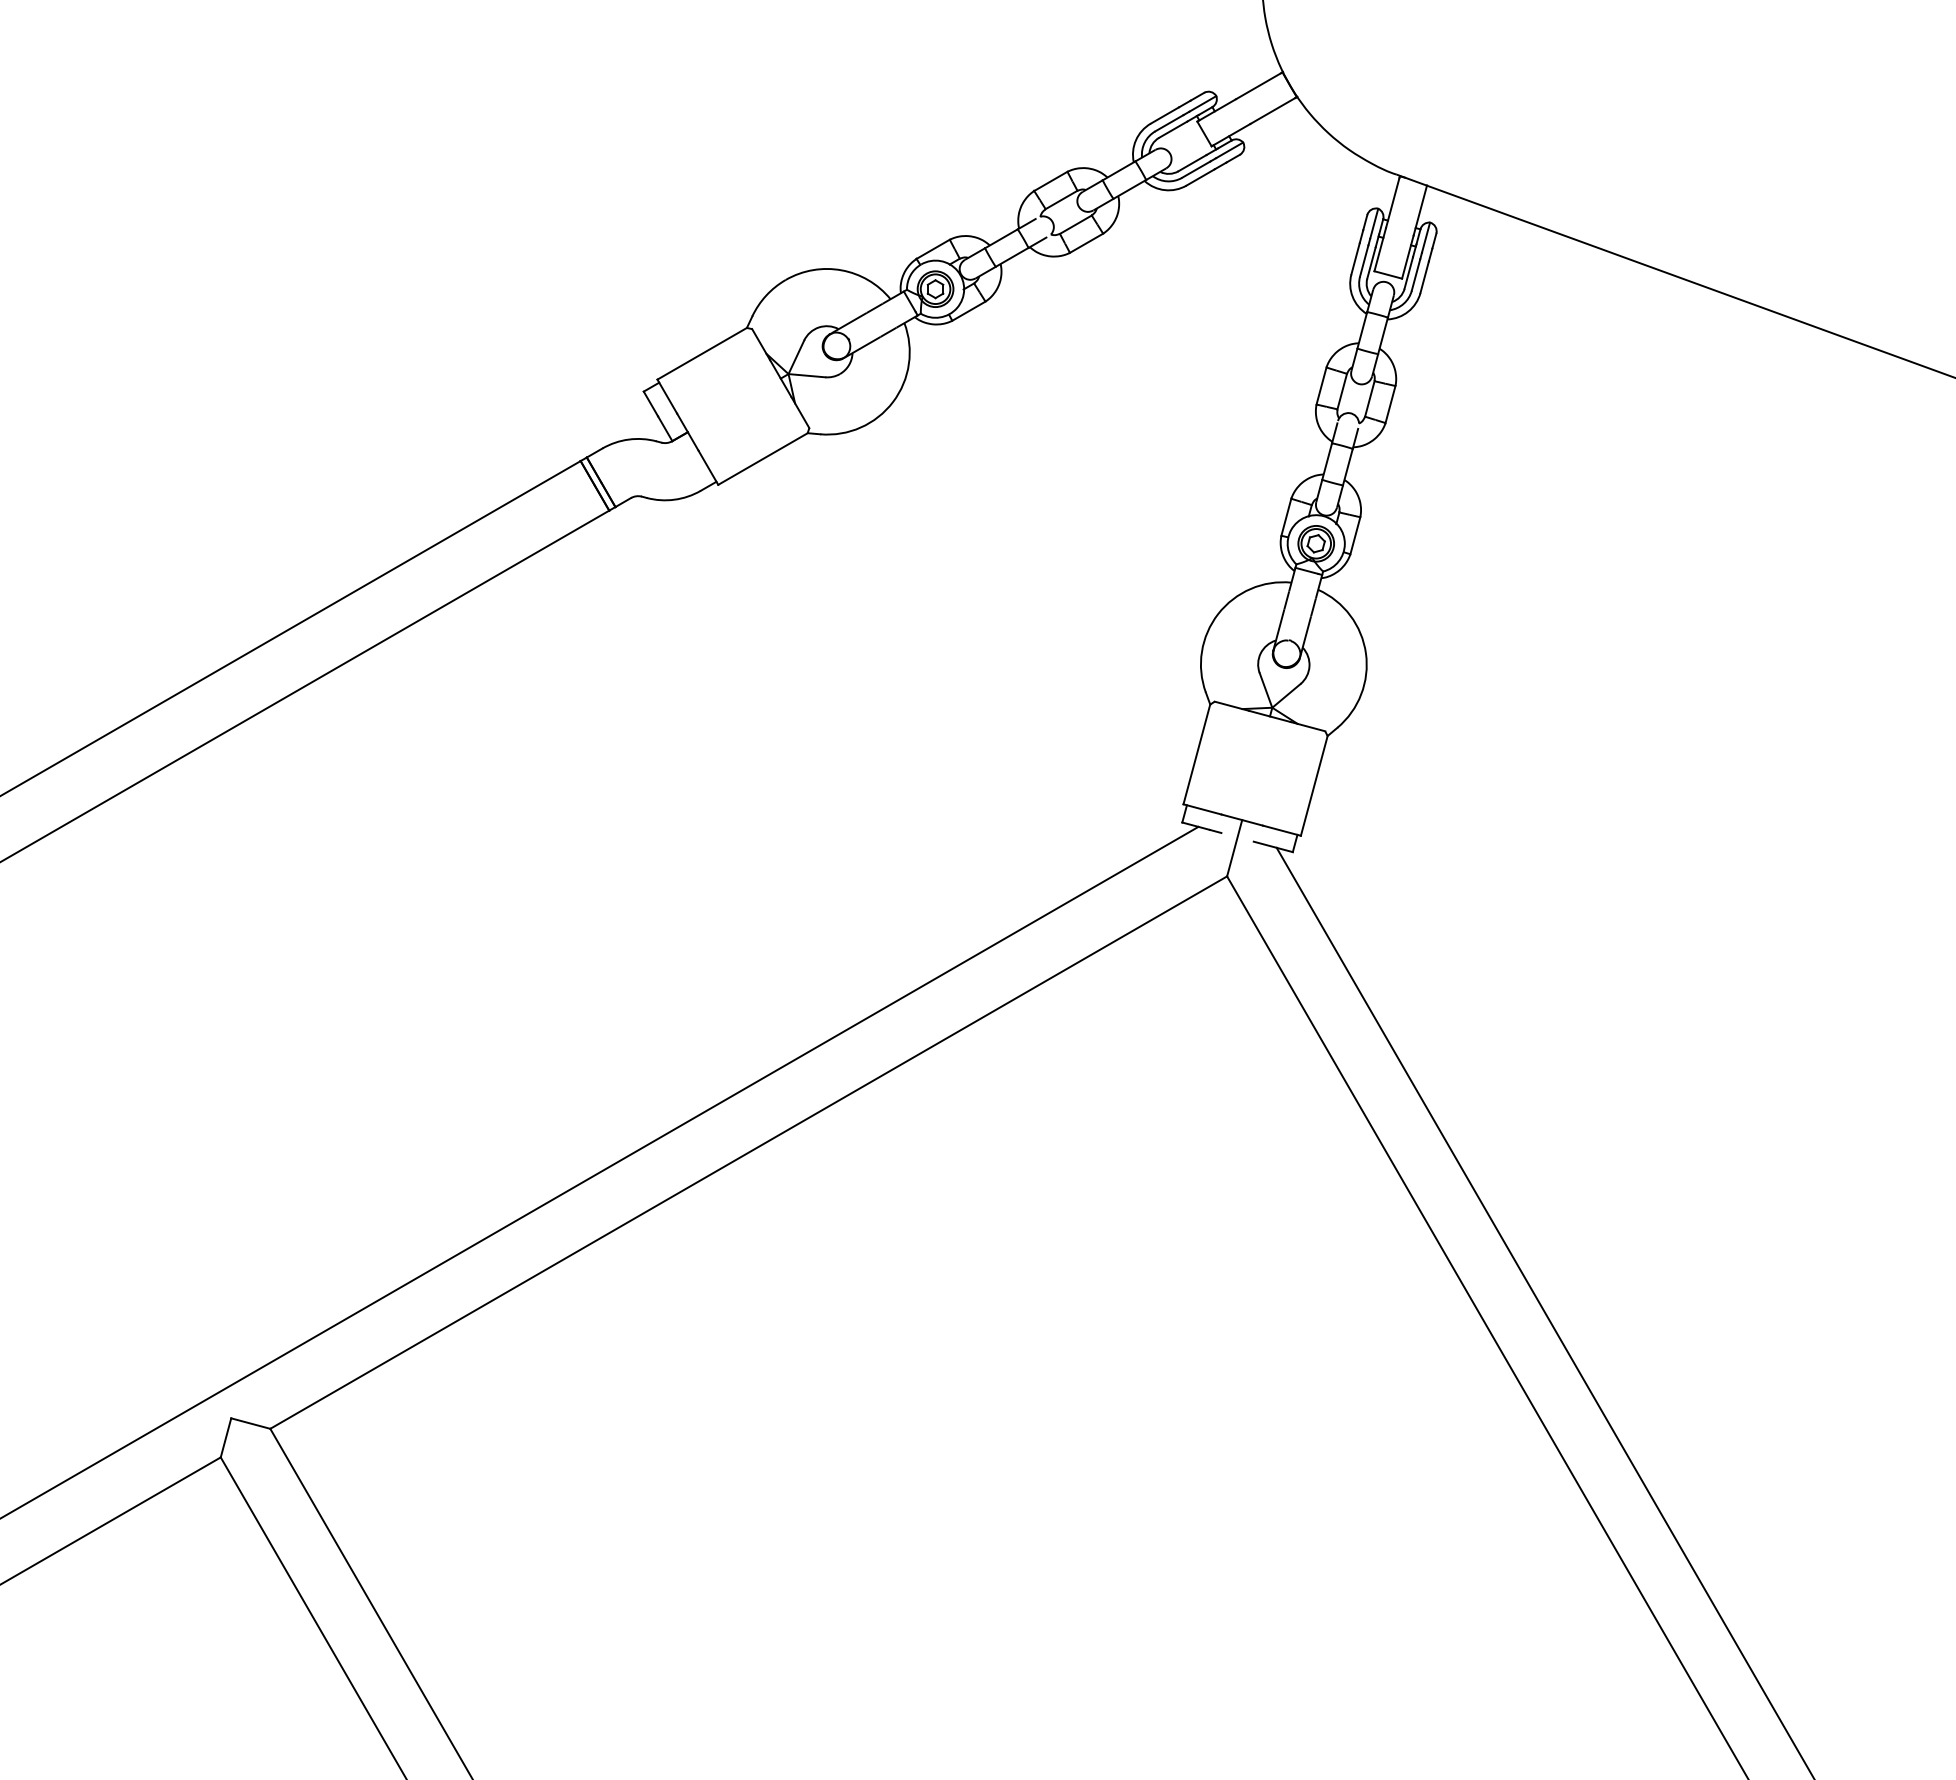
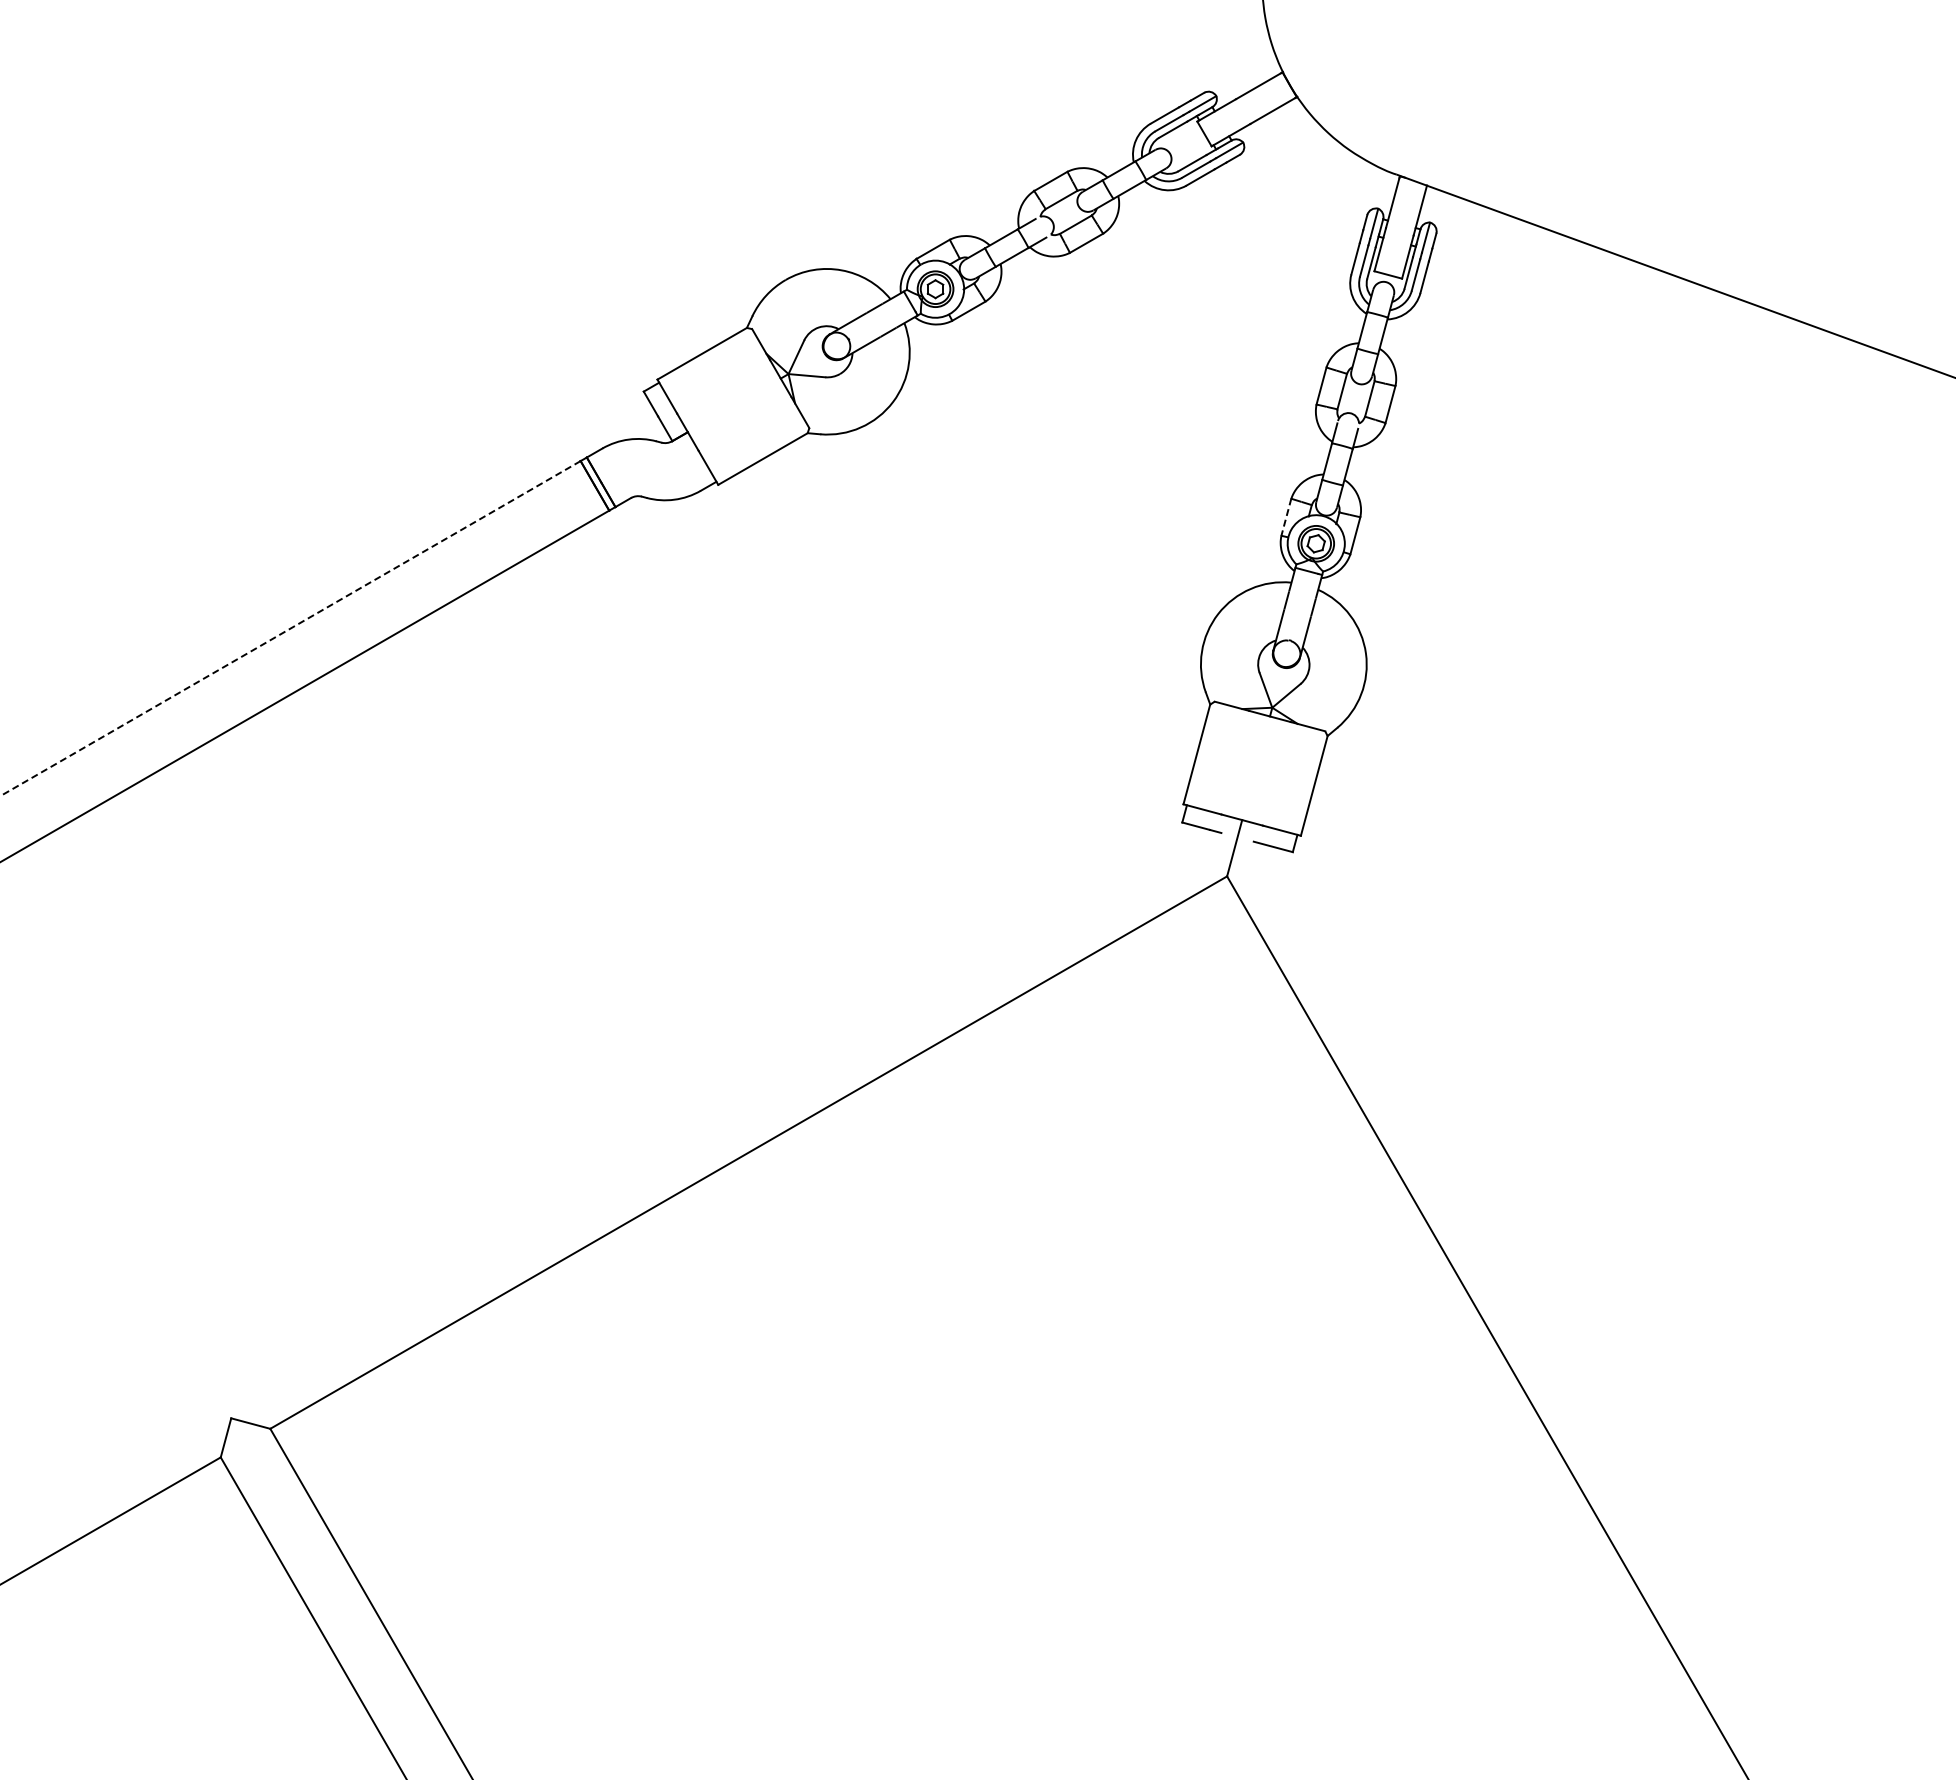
line at (1286, 517): solid -> dashed
line at (290, 628): solid -> dashed
line at (600, 1171): present -> none
line at (1544, 1311): present -> none
